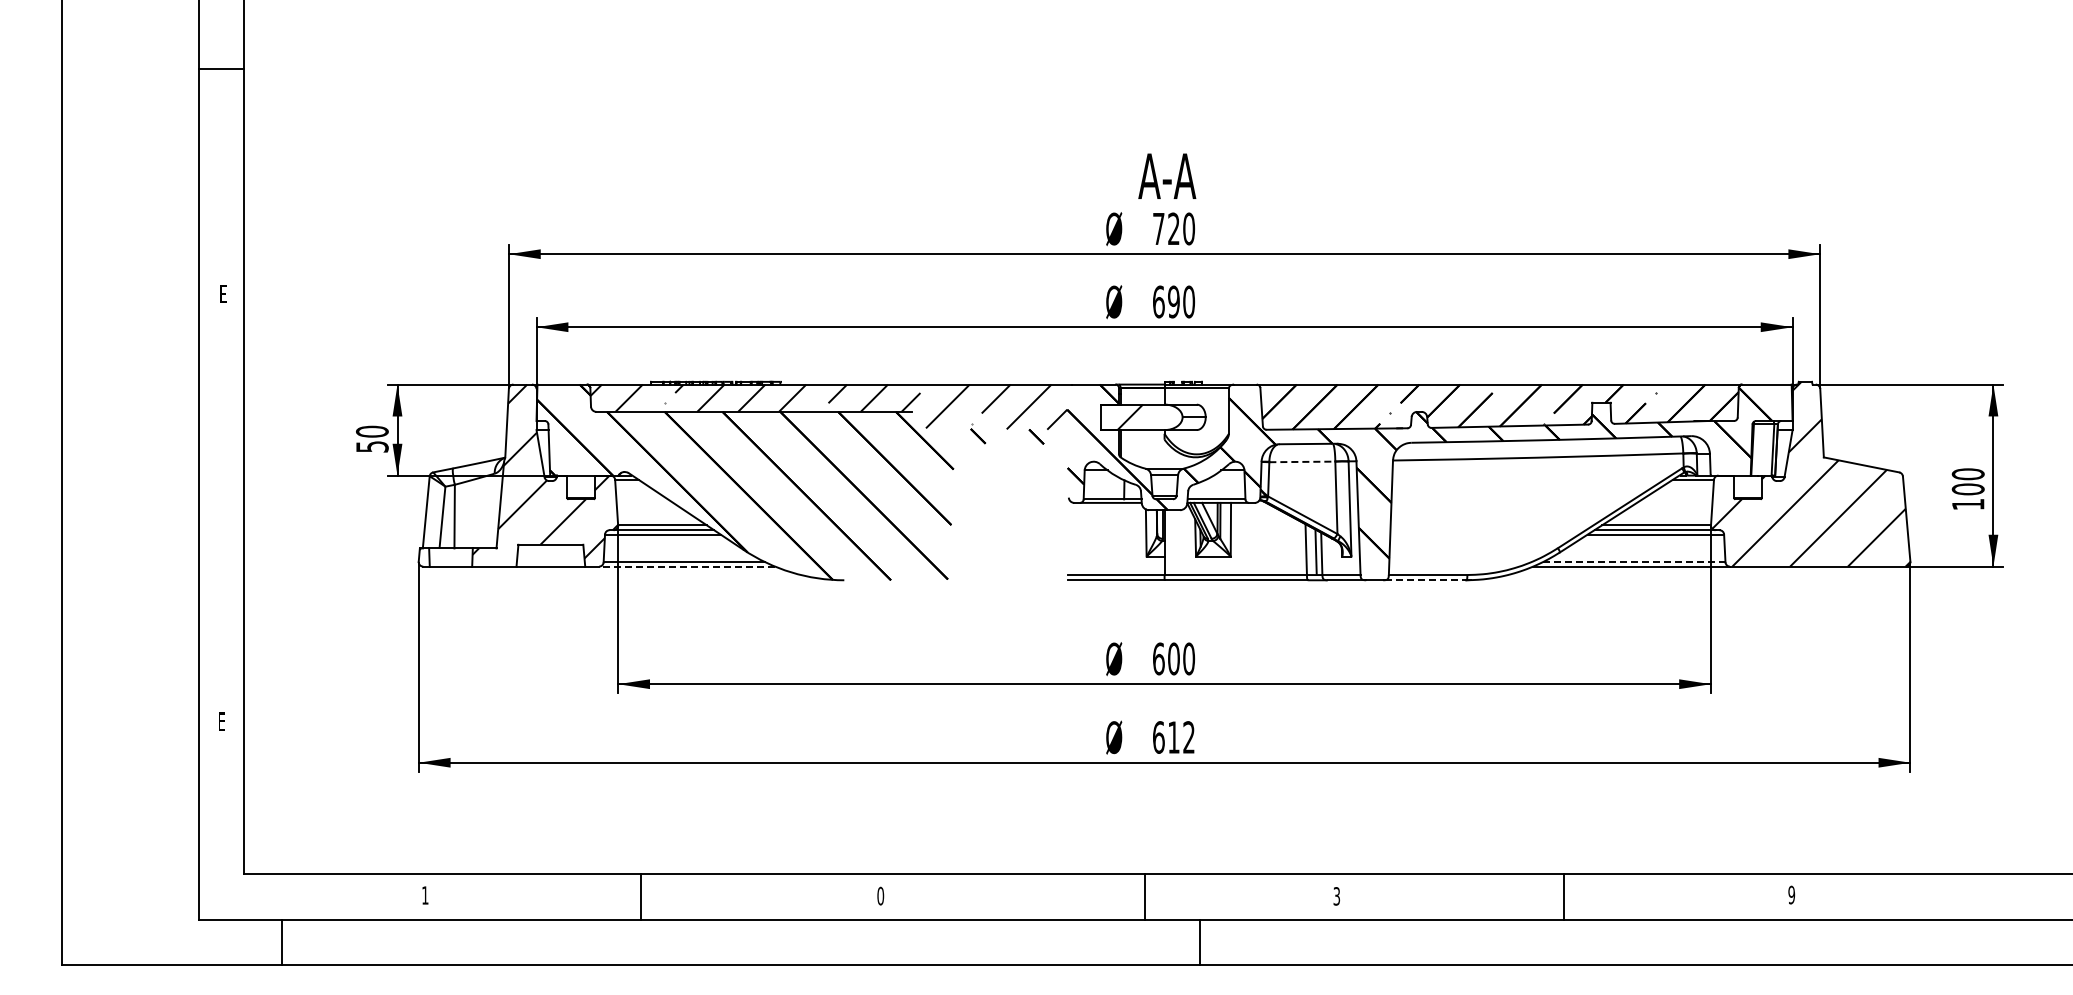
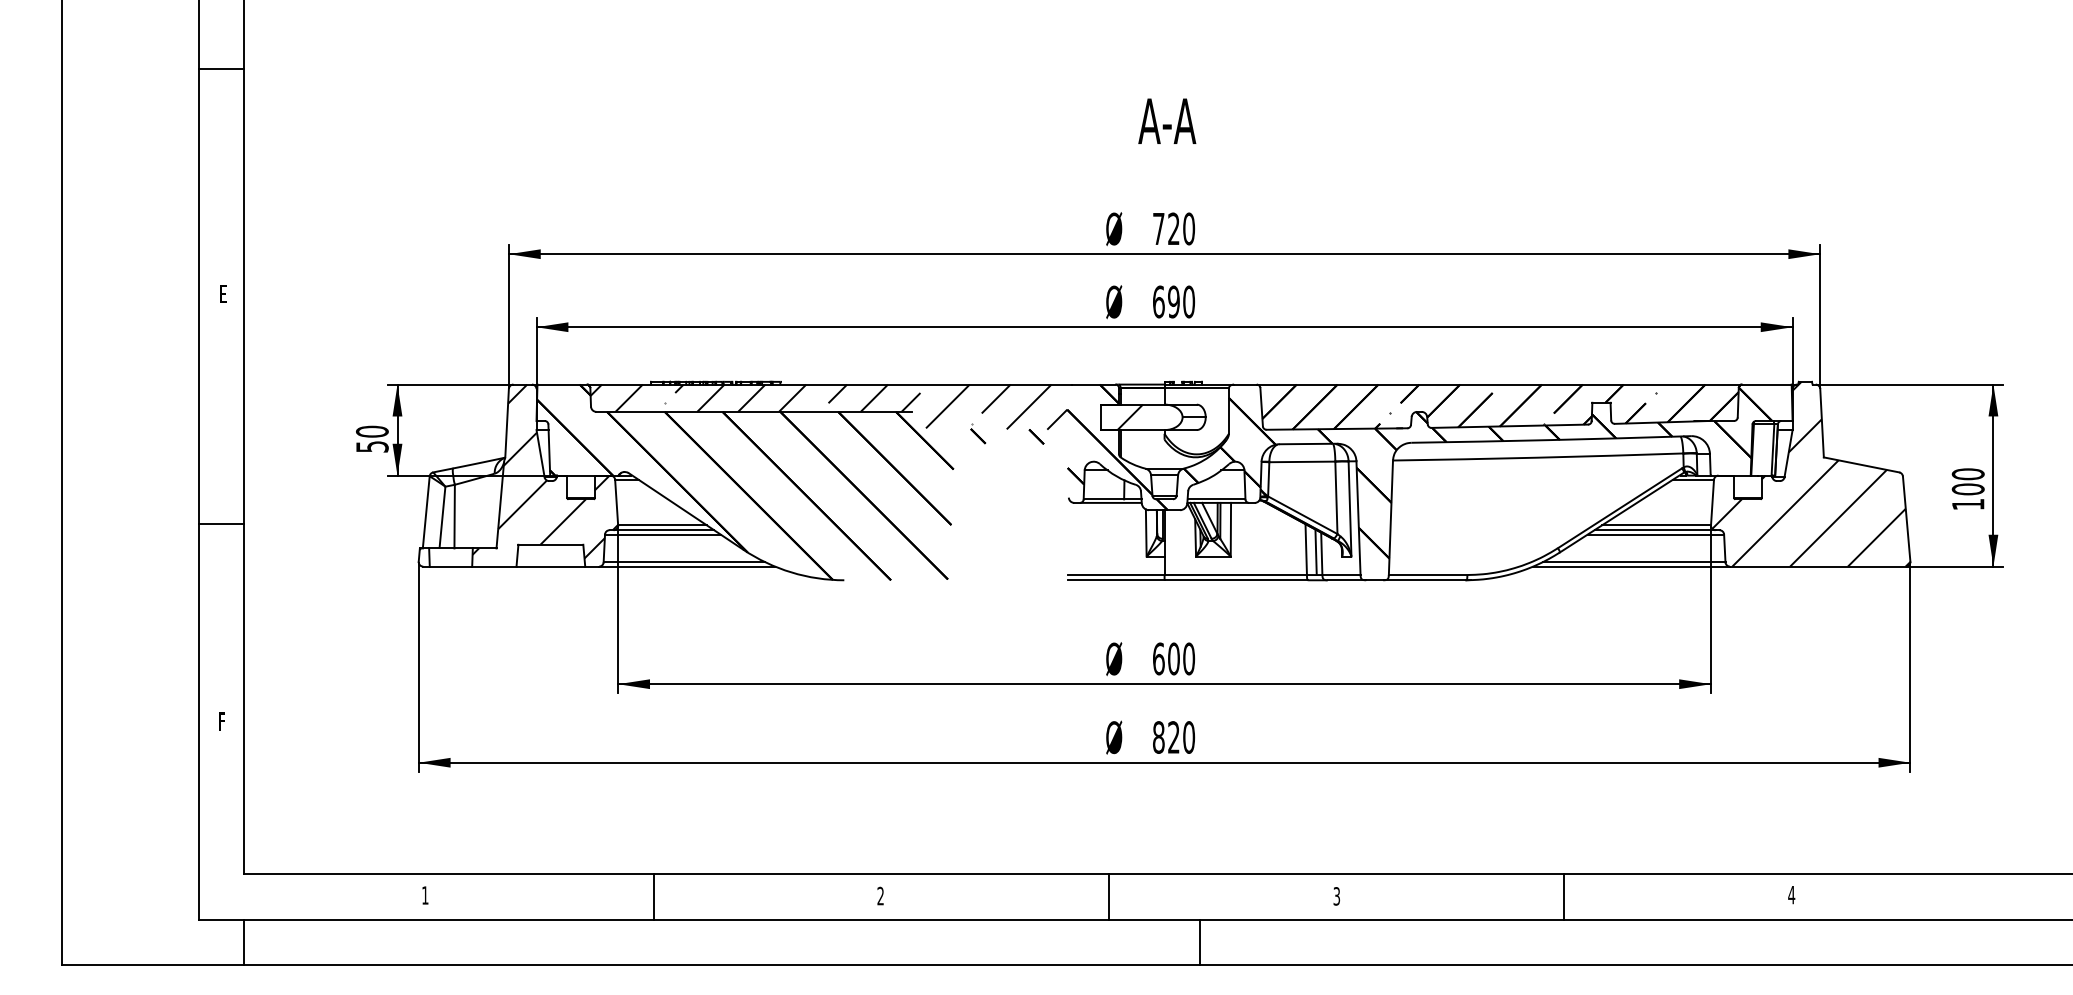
text at (1167, 175) position: (1167, 175) -> (1167, 120)
line at (1302, 461): dashed -> solid
line at (221, 523): none -> present
line at (1633, 562): dashed -> solid
line at (686, 566): dashed -> solid
line at (1425, 580): dashed -> solid
text at (222, 722): E -> F
text at (1174, 737): 612 -> 820
text at (1791, 894): 9 -> 4
text at (880, 895): 0 -> 2
line at (640, 896) position: (640, 896) -> (653, 896)
line at (1144, 896) position: (1144, 896) -> (1108, 896)
line at (282, 942) position: (282, 942) -> (244, 942)
